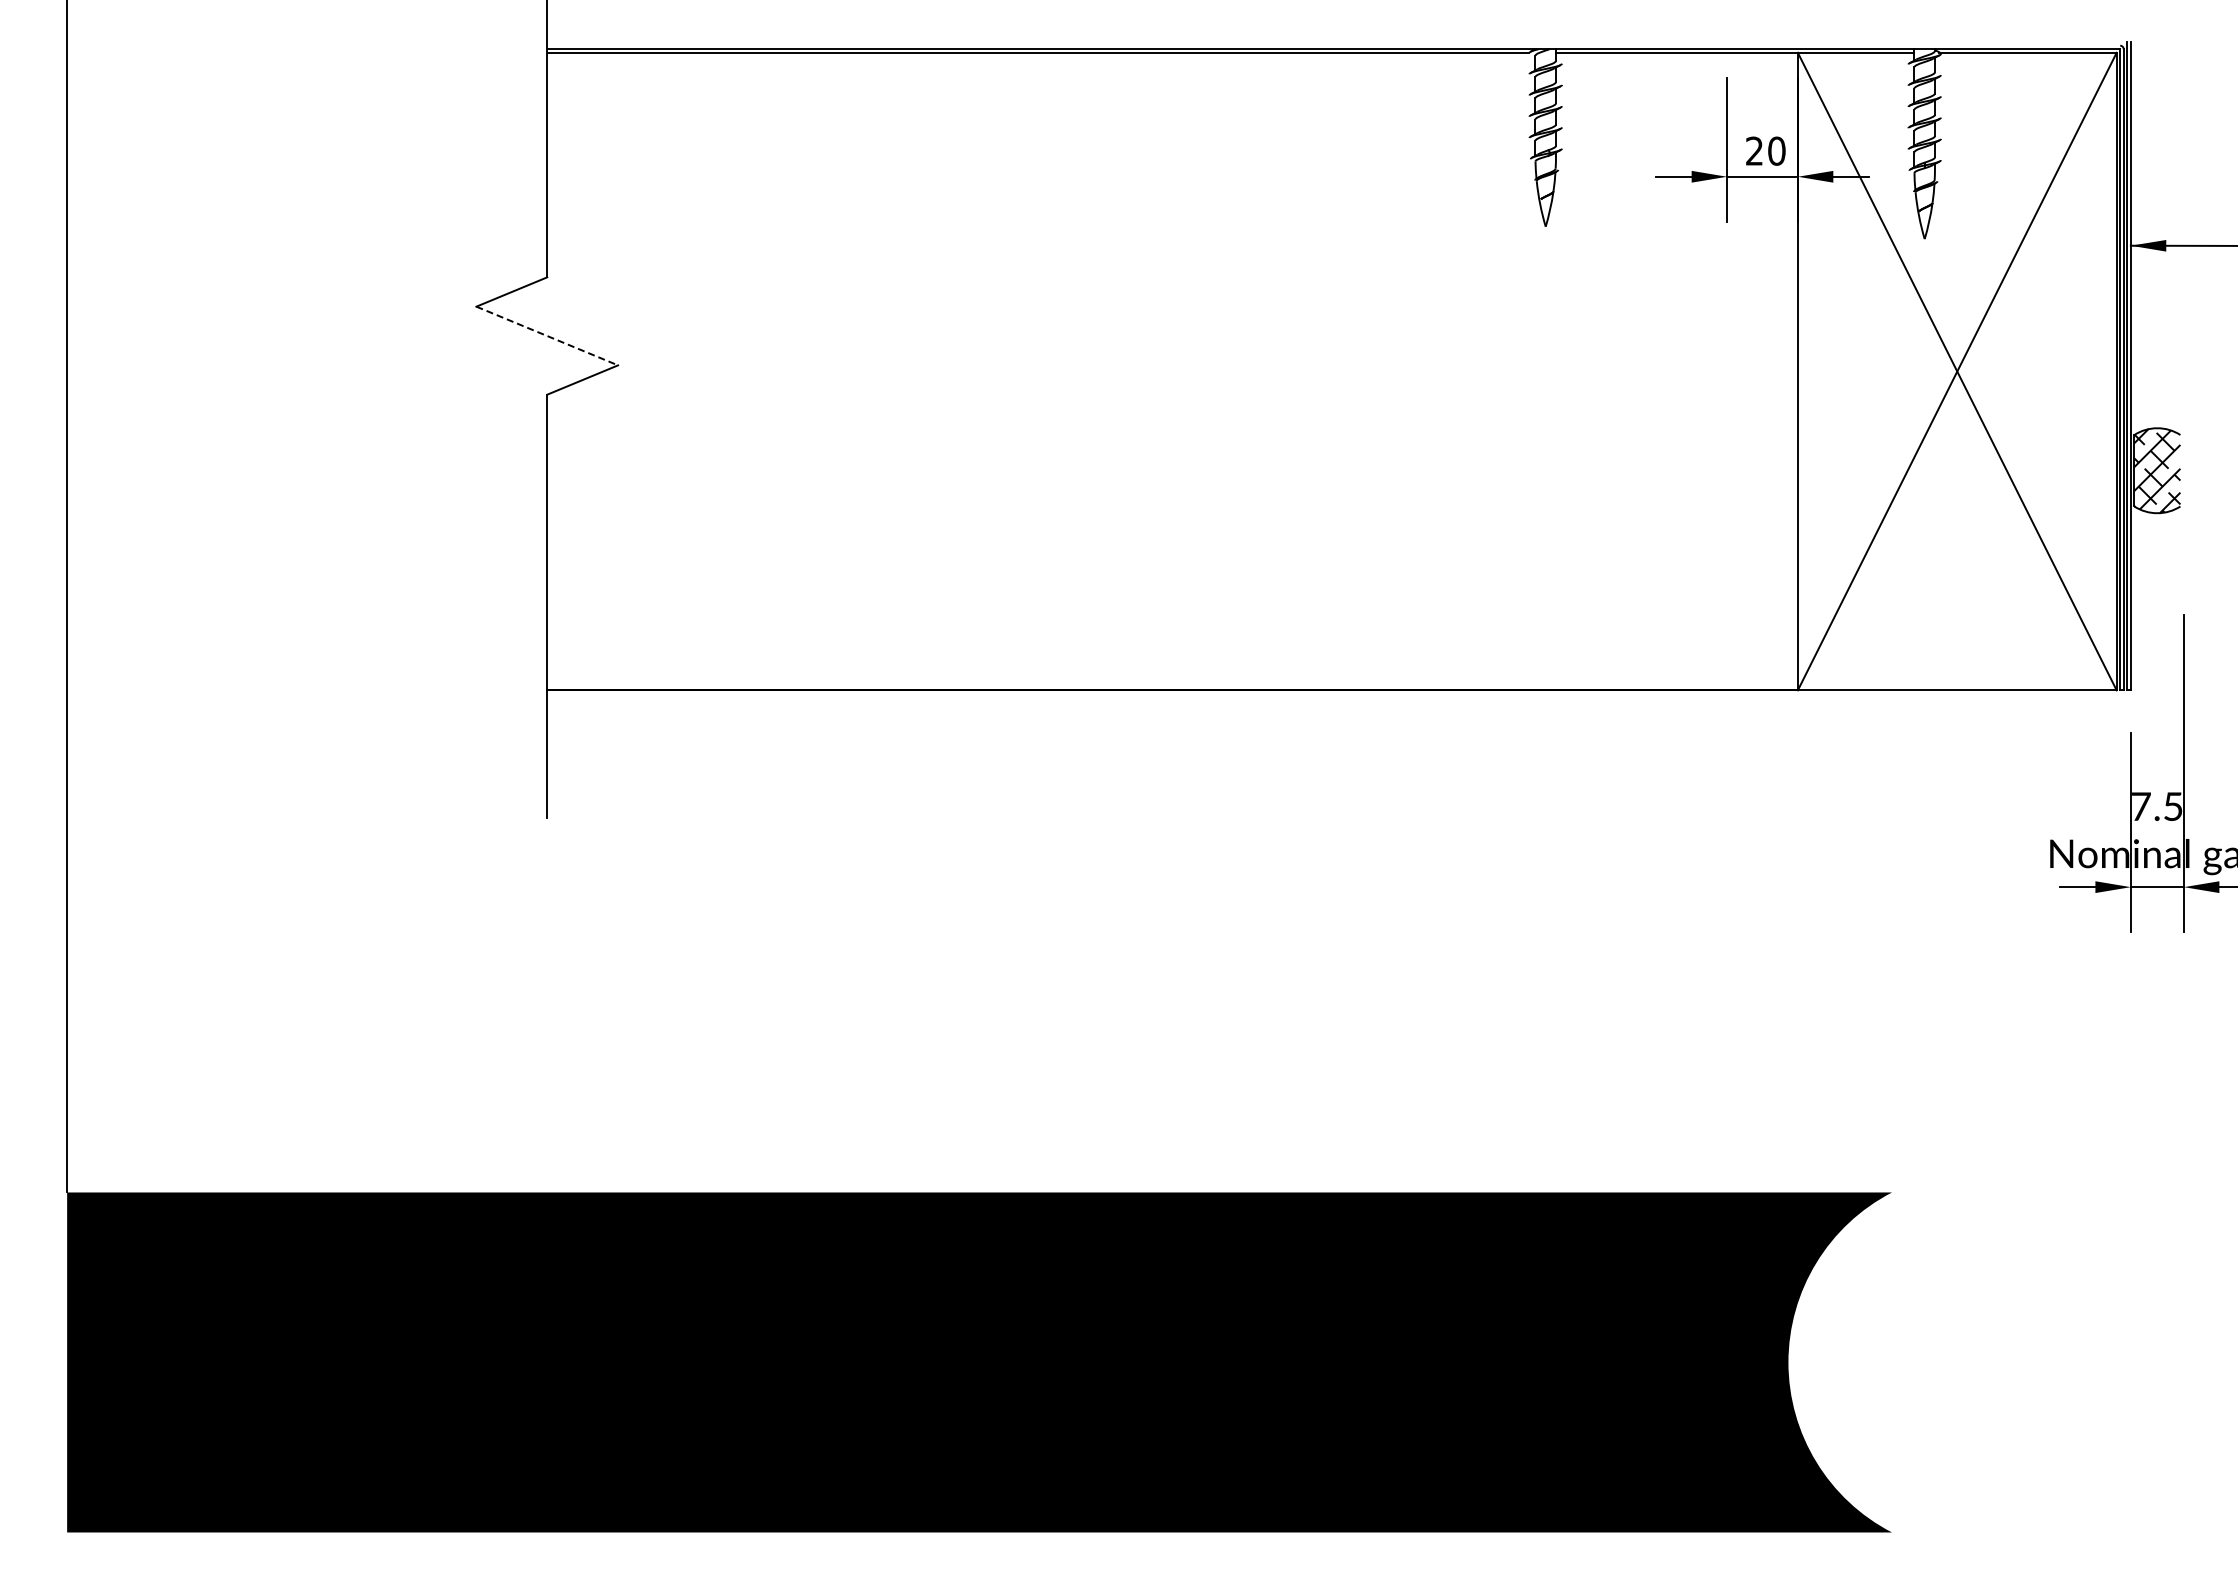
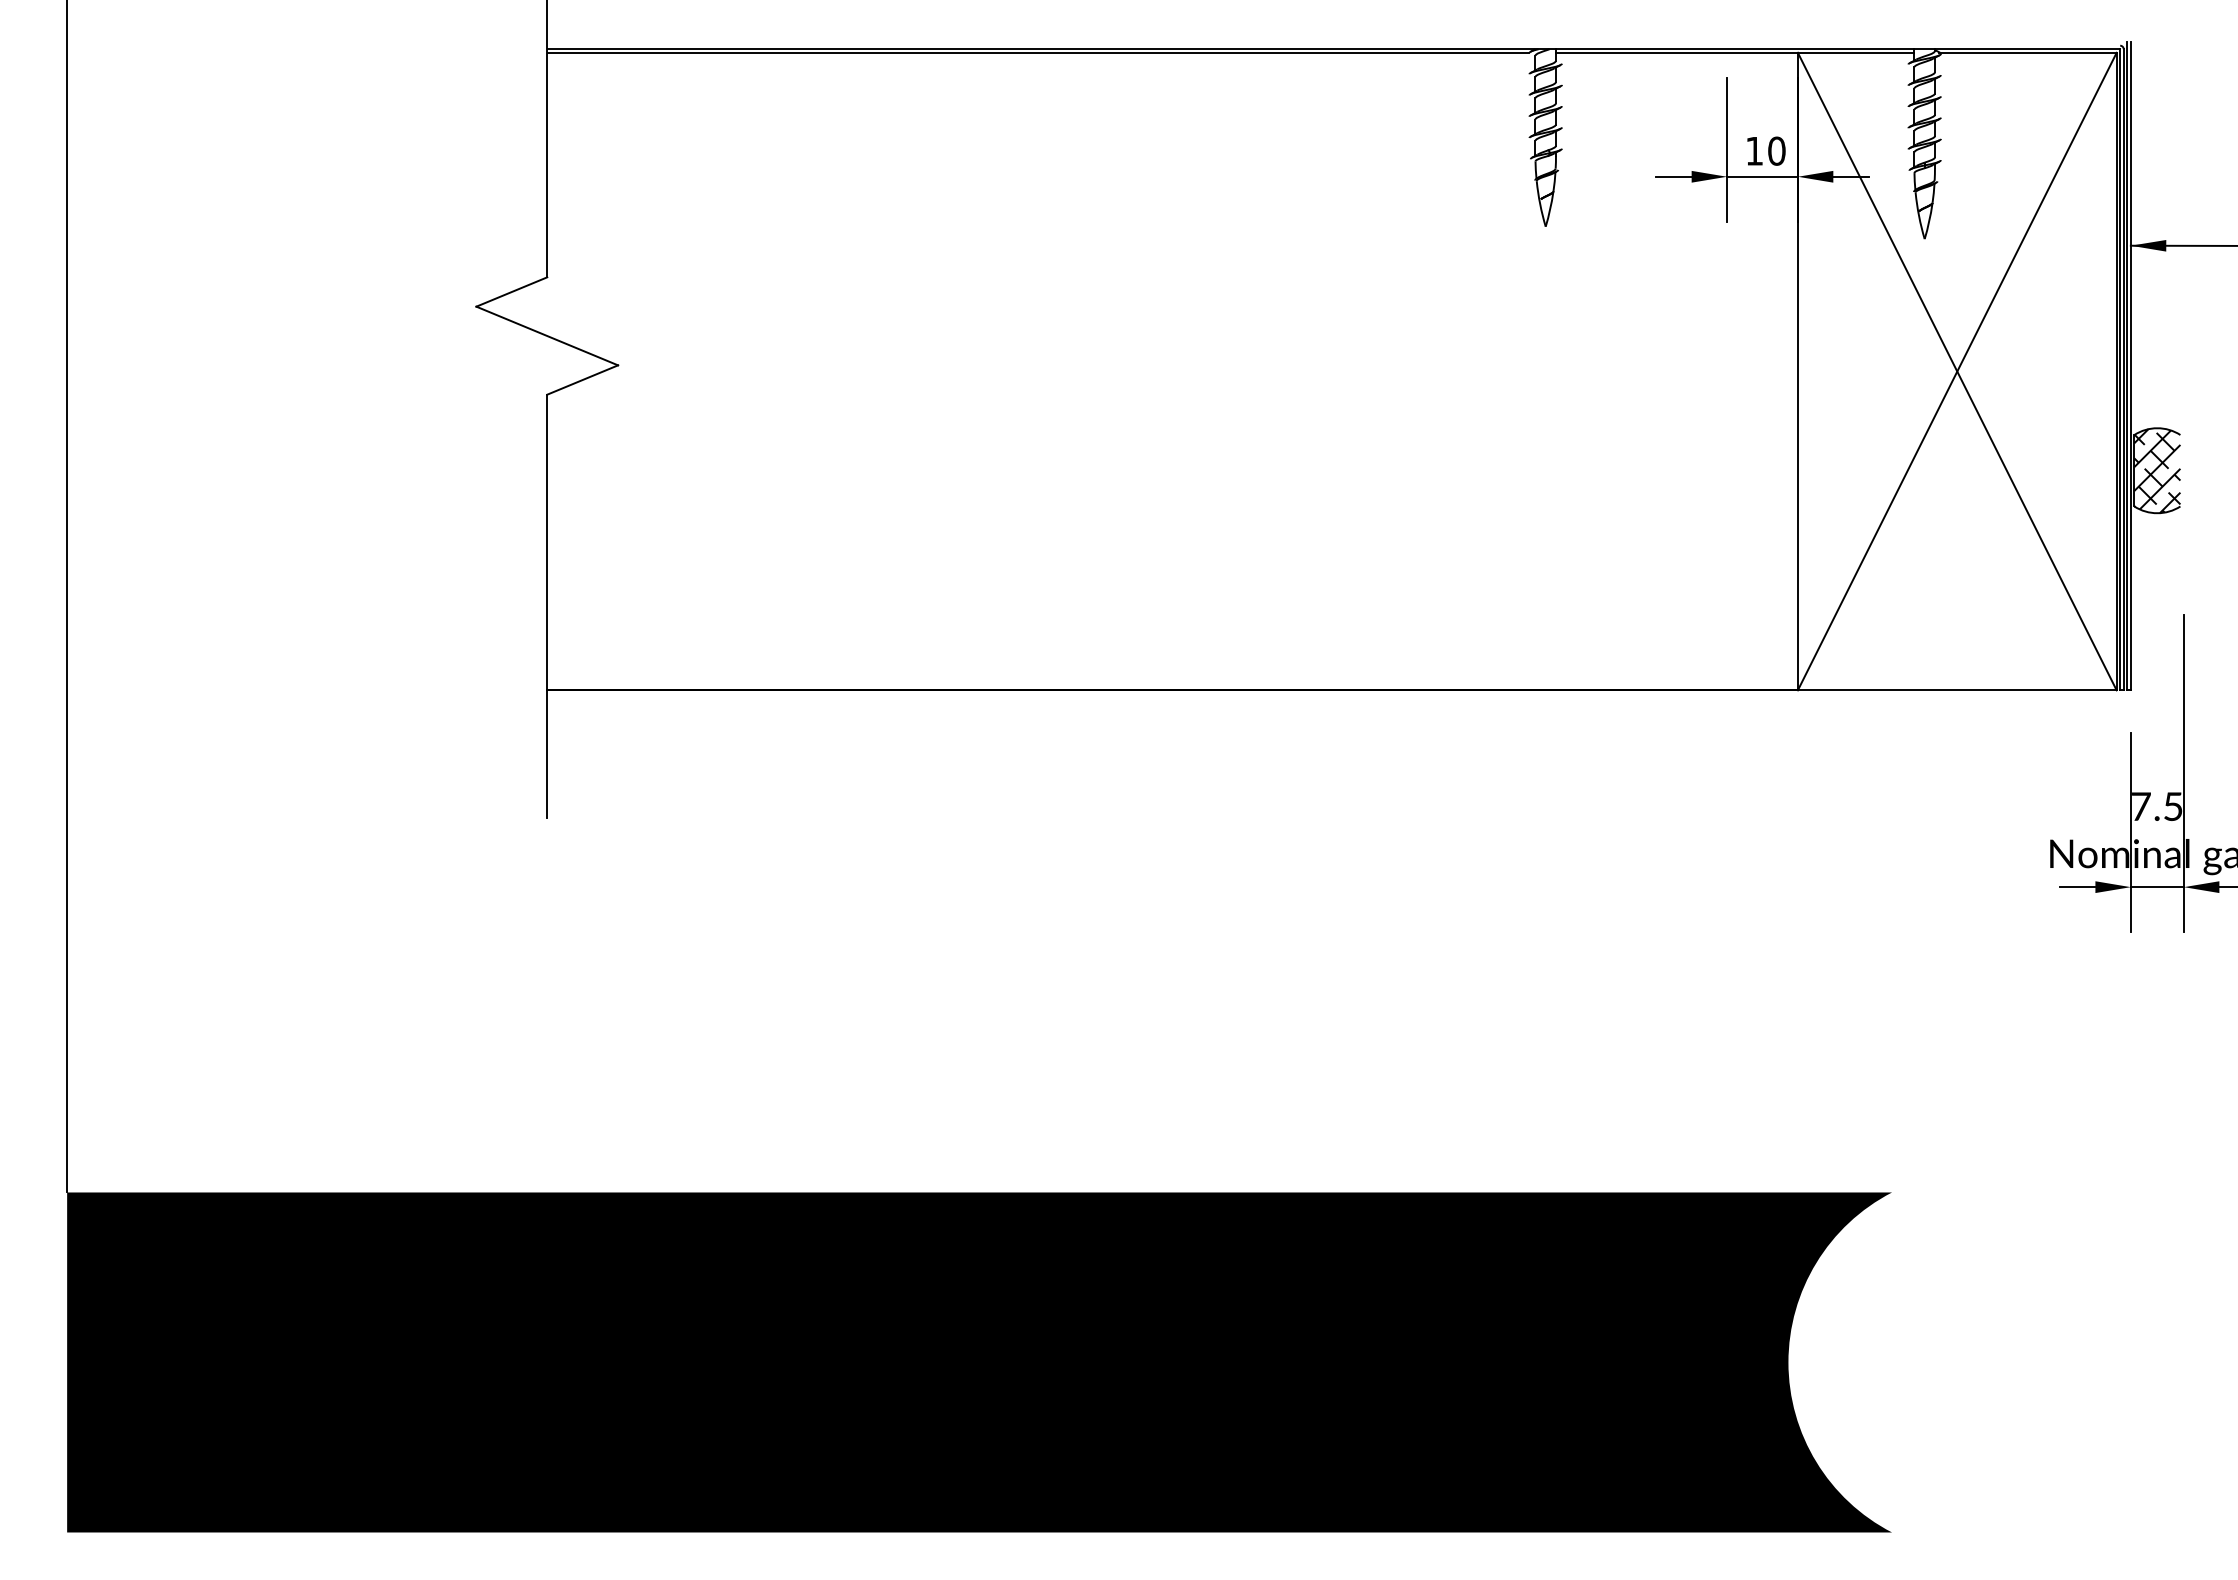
text at (1754, 150): 20 -> 10
line at (547, 336): dashed -> solid
